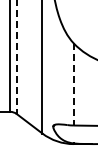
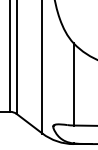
line at (16, 57): dashed -> solid
line at (73, 84): dashed -> solid
